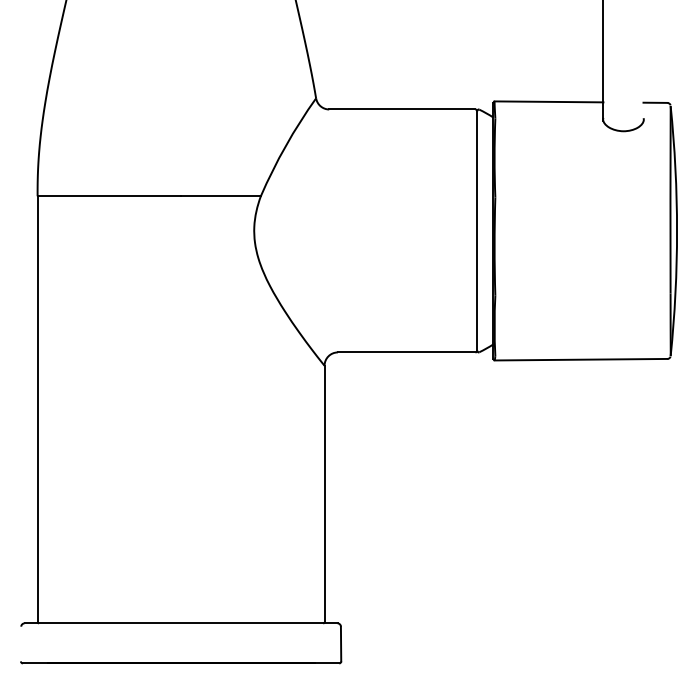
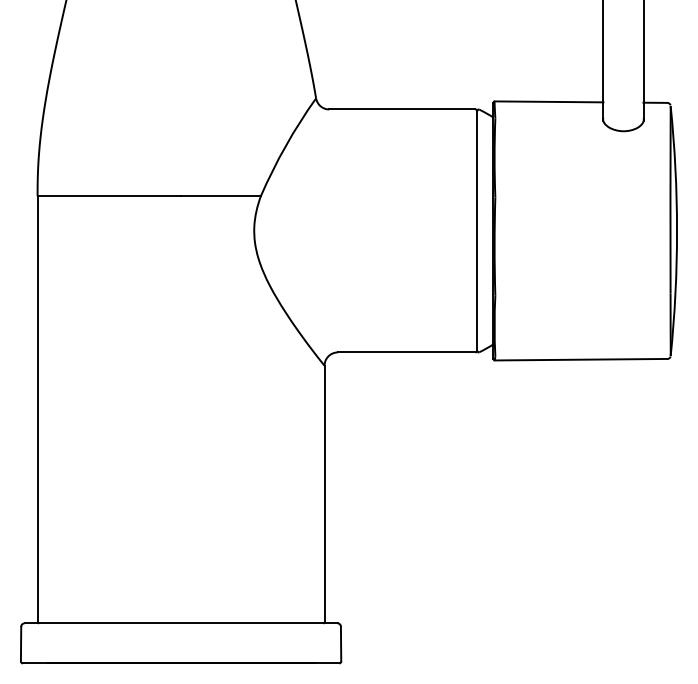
line at (643, 61): none -> present
line at (20, 643): none -> present
